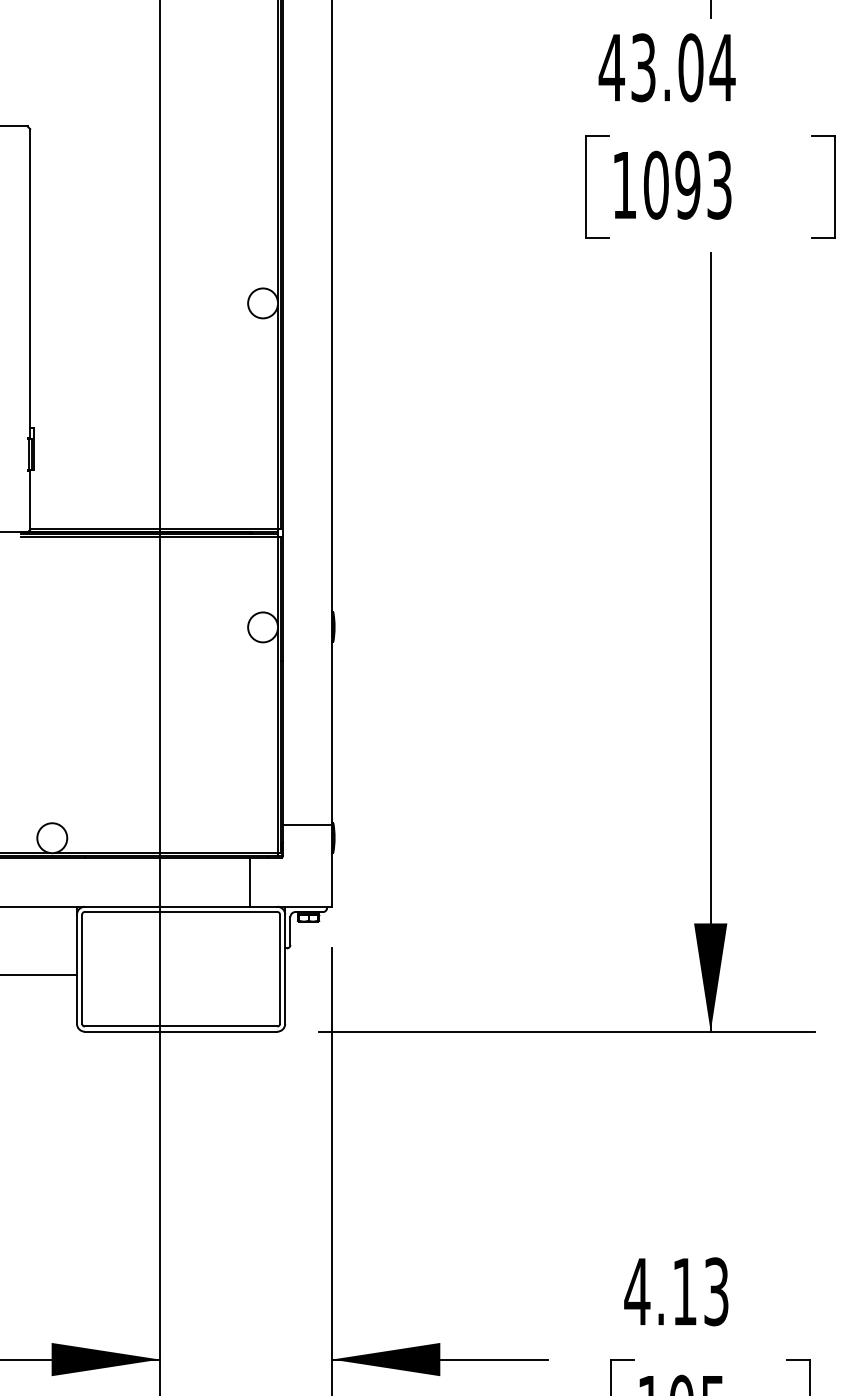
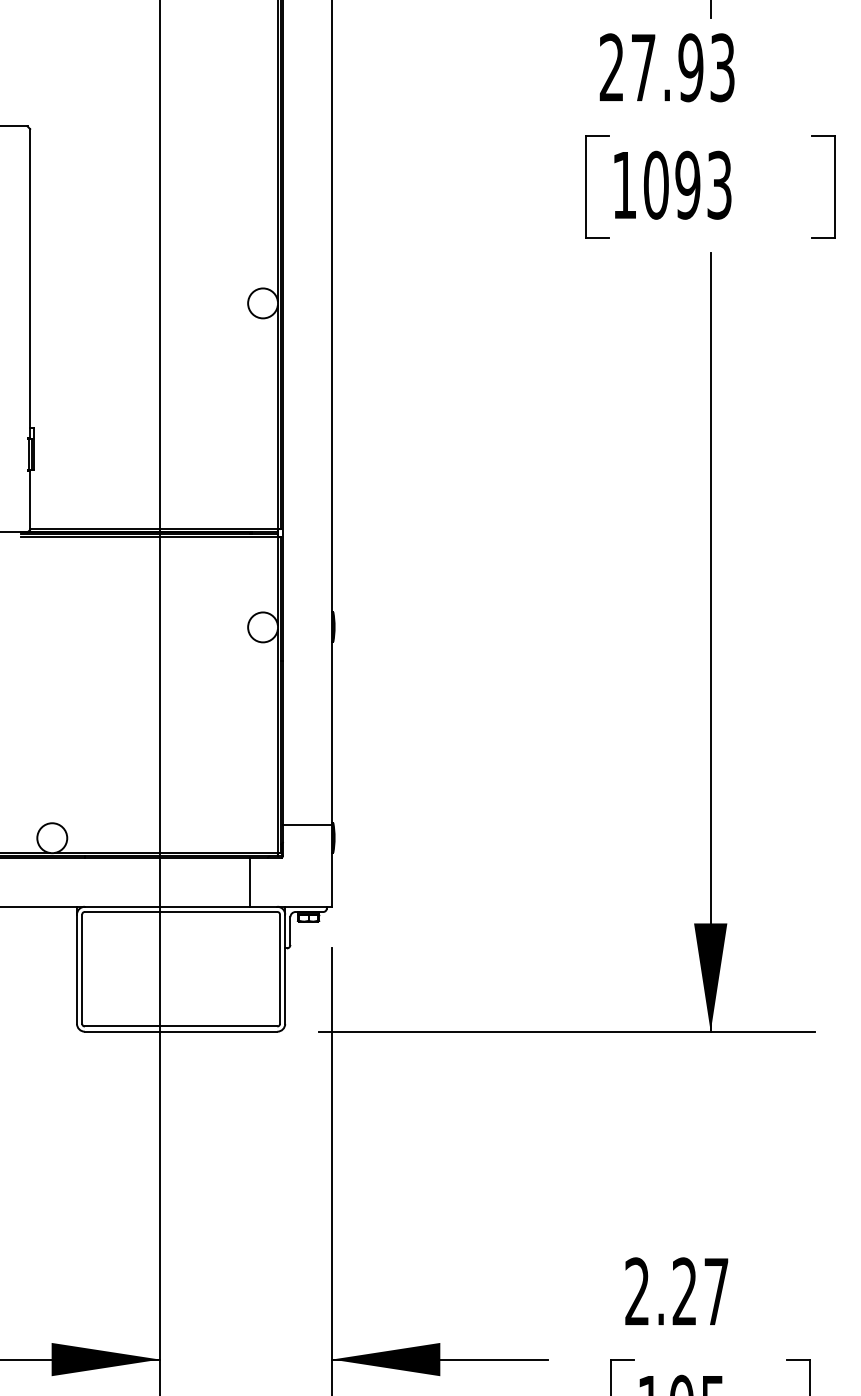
text at (666, 67): 43.04 -> 27.93
line at (39, 975): present -> none
text at (676, 1291): 4.13 -> 2.27
